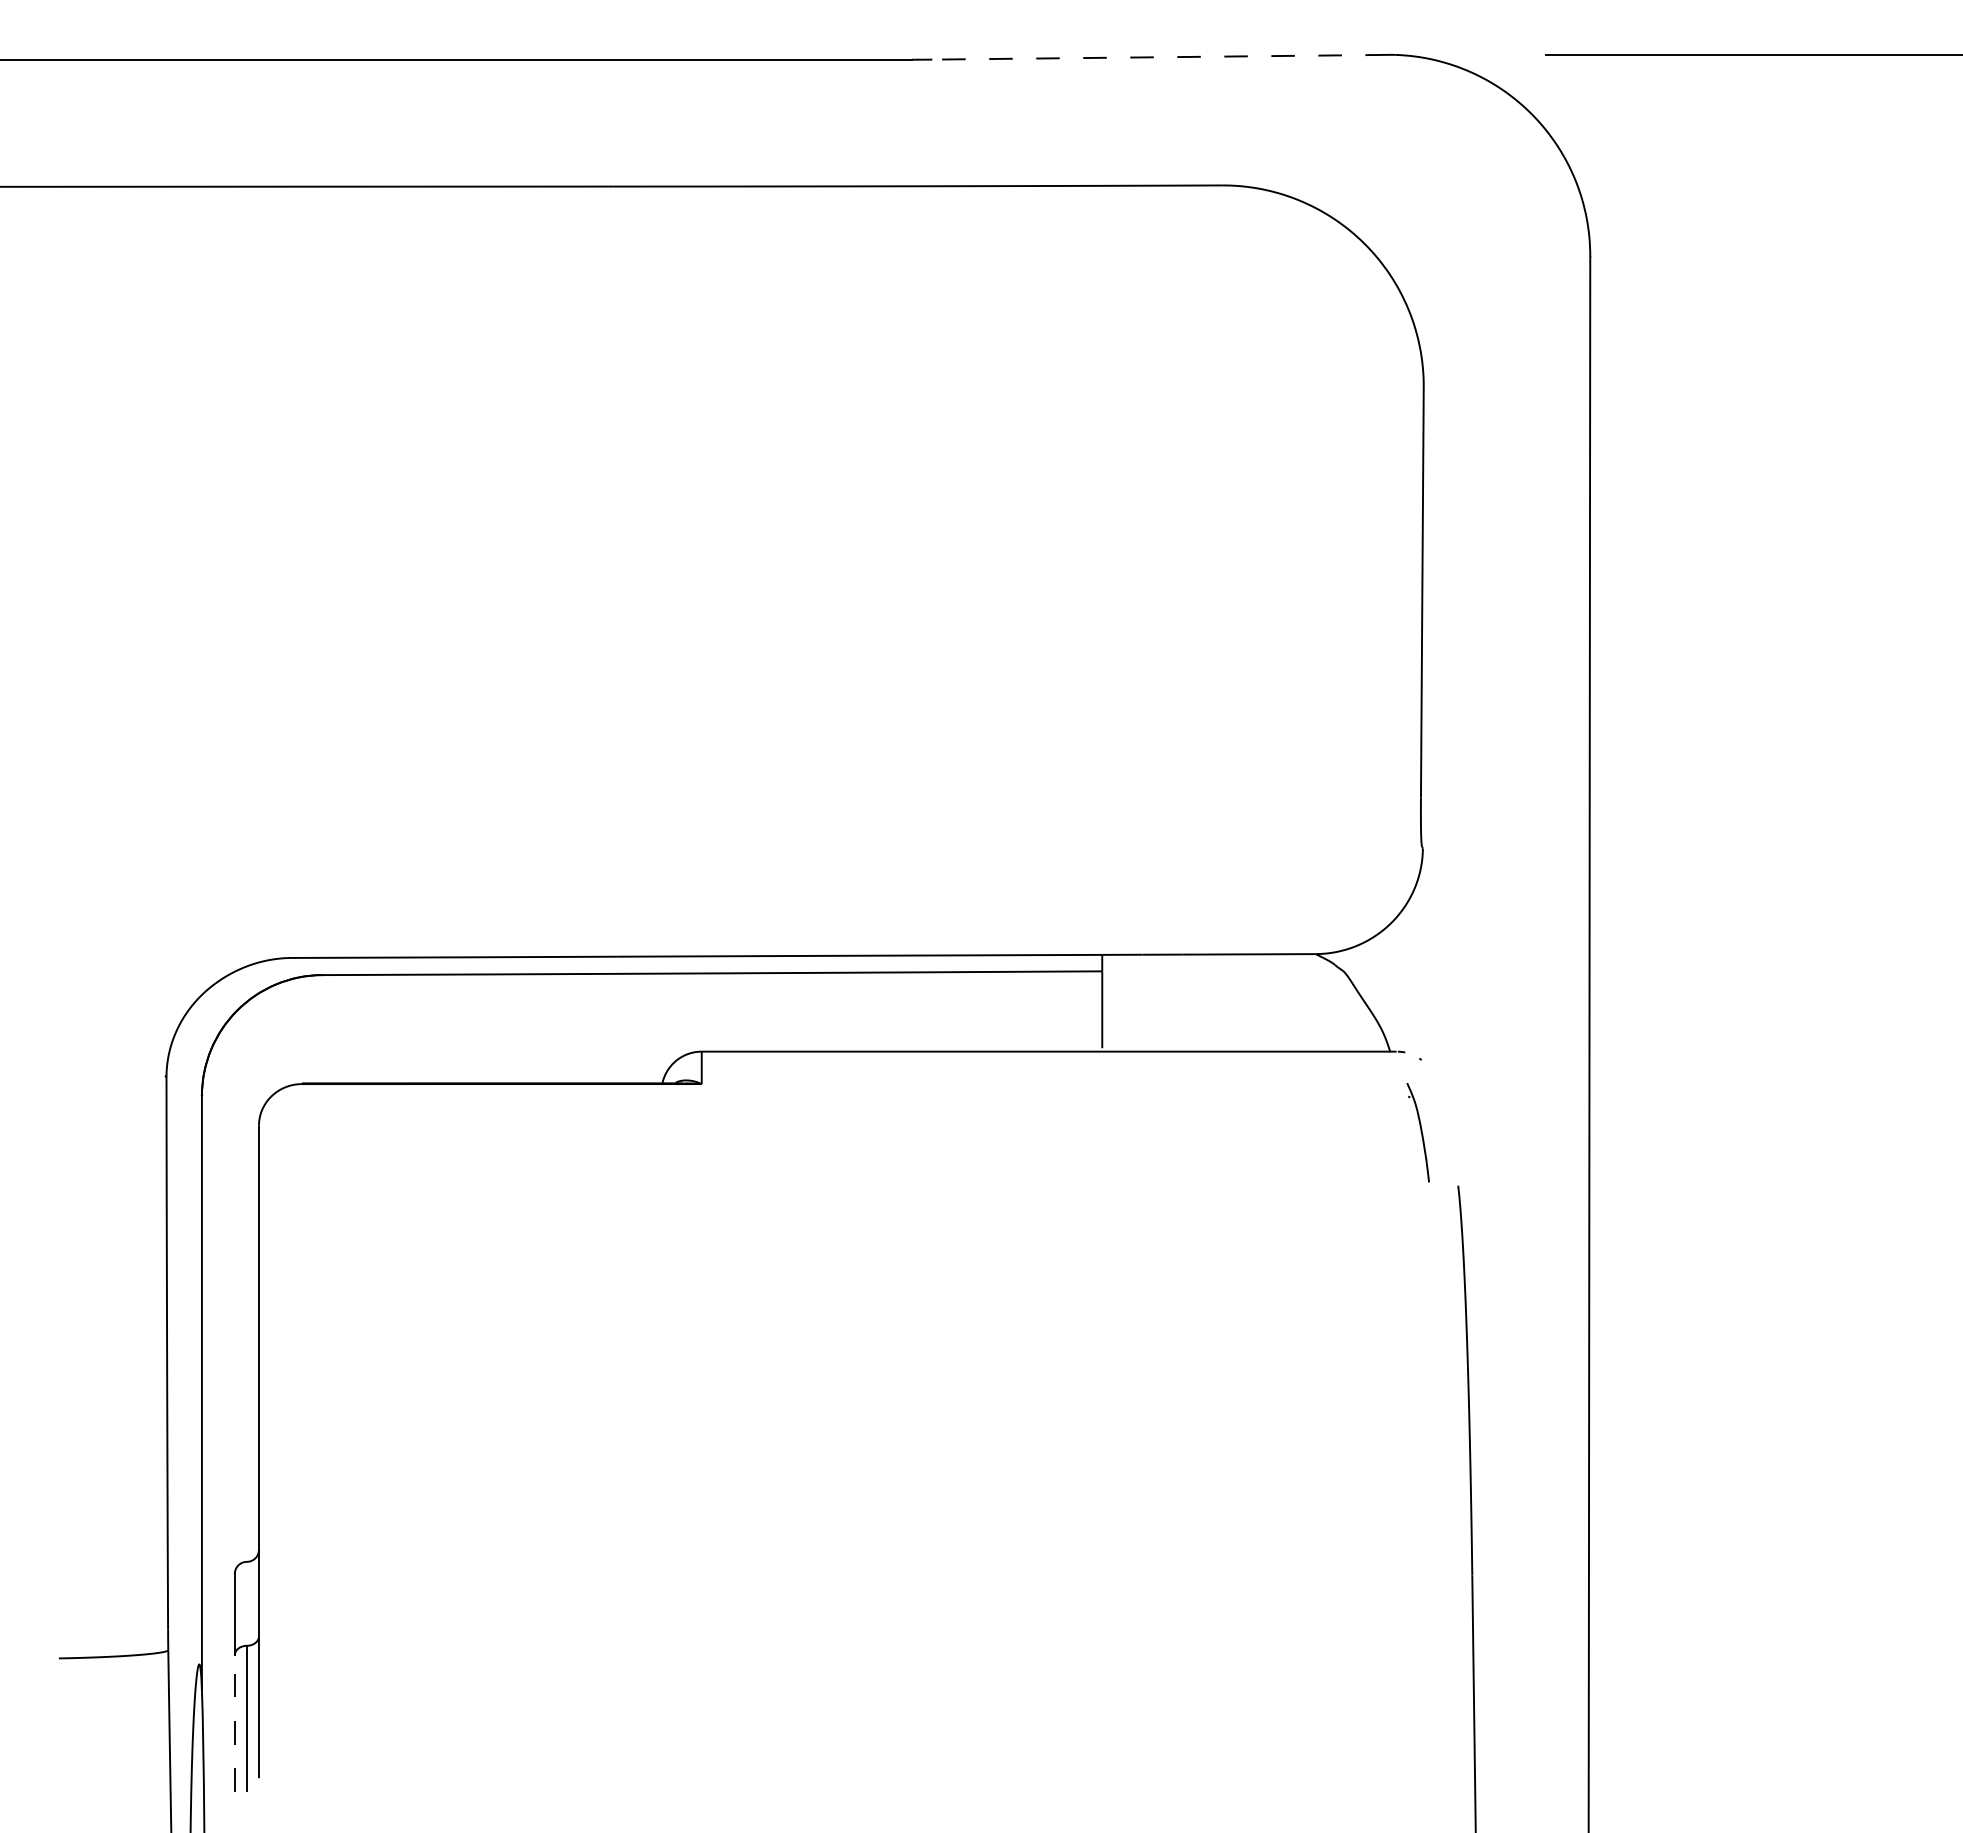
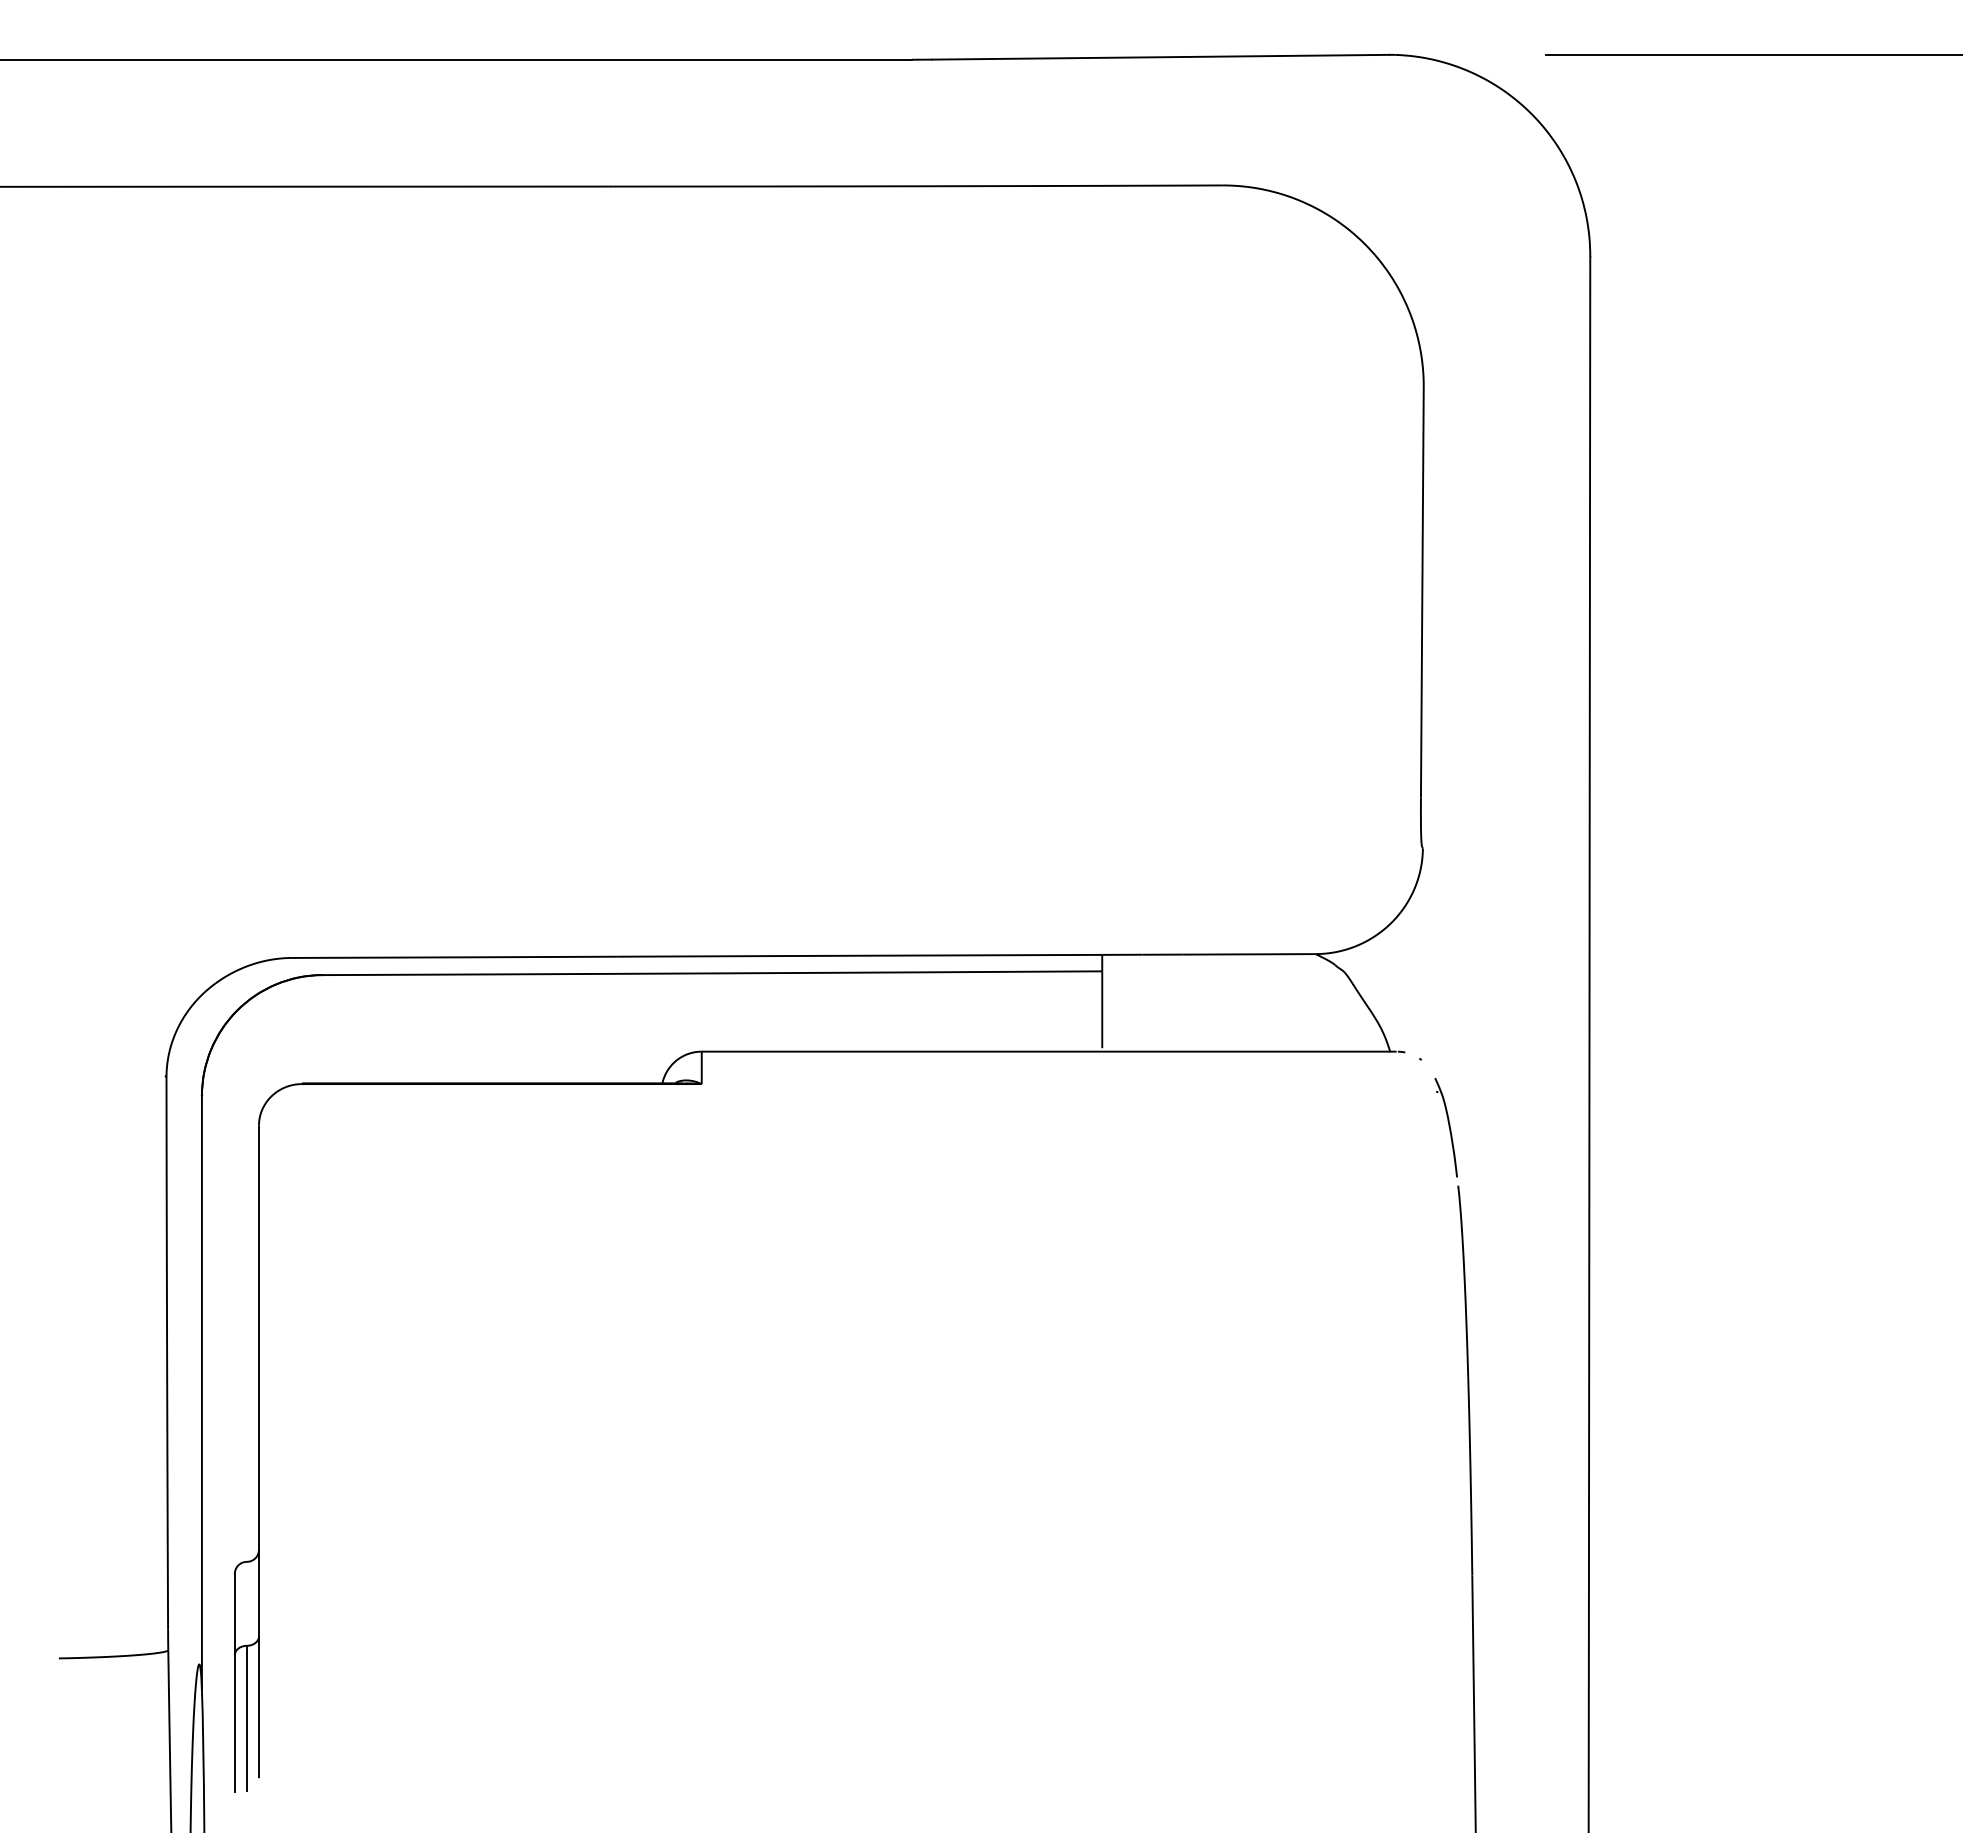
line at (1160, 57): dashed -> solid
part at (1417, 1132) position: (1417, 1132) -> (1445, 1127)
line at (234, 1722): dashed -> solid
